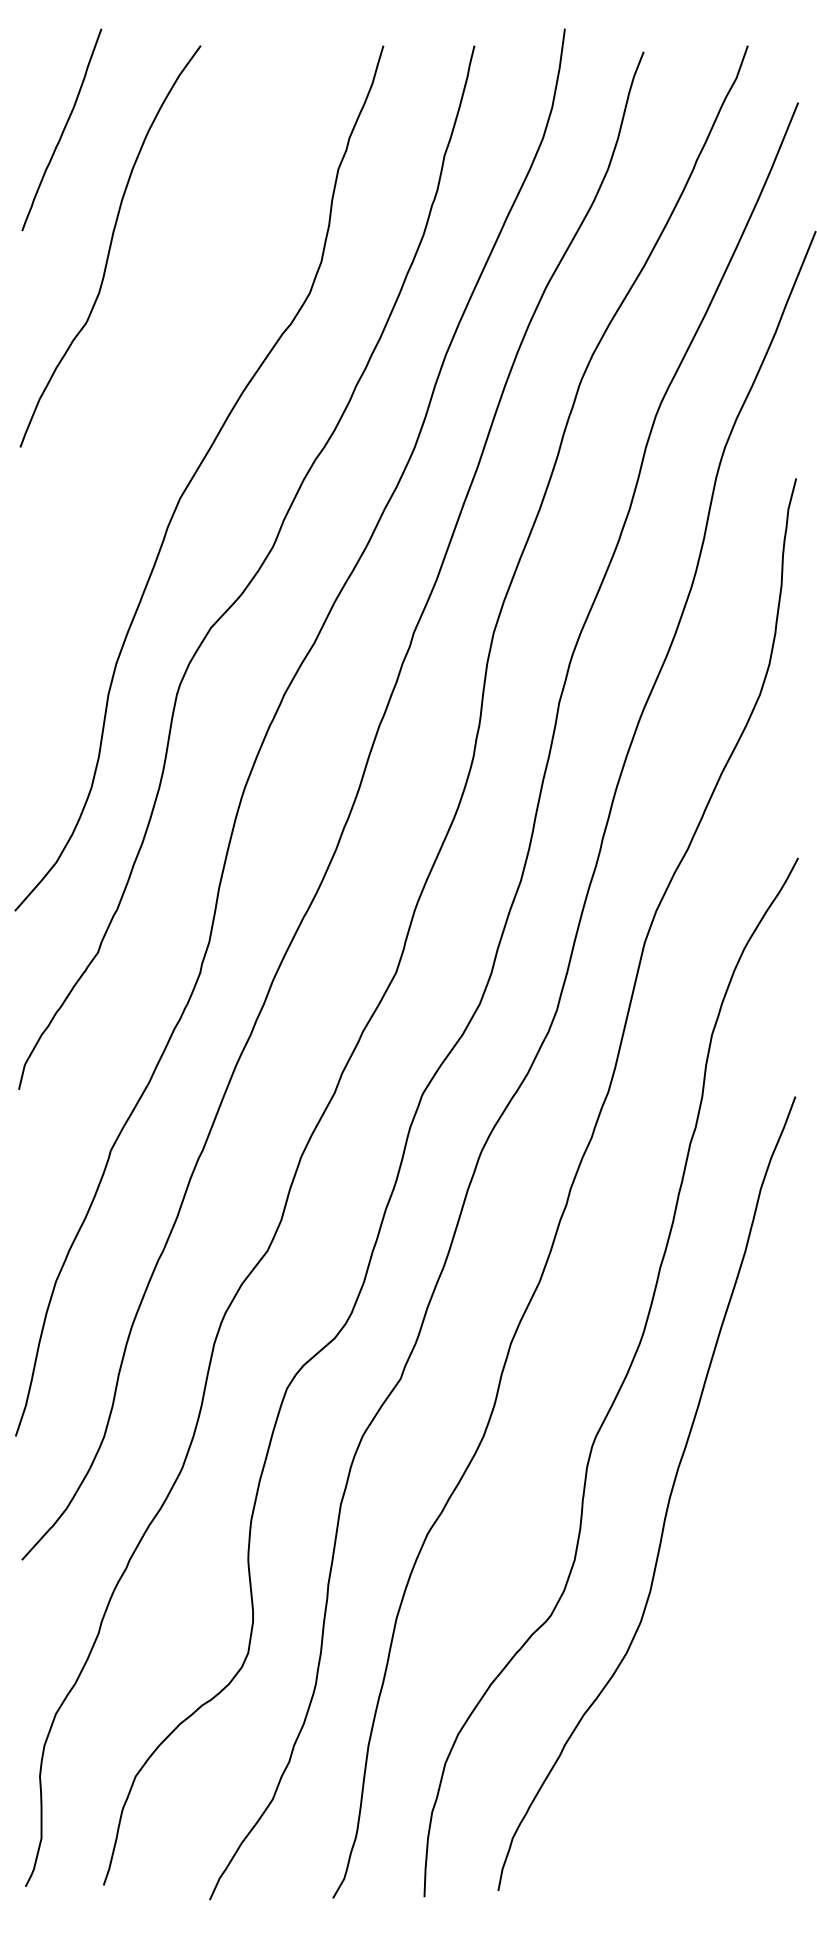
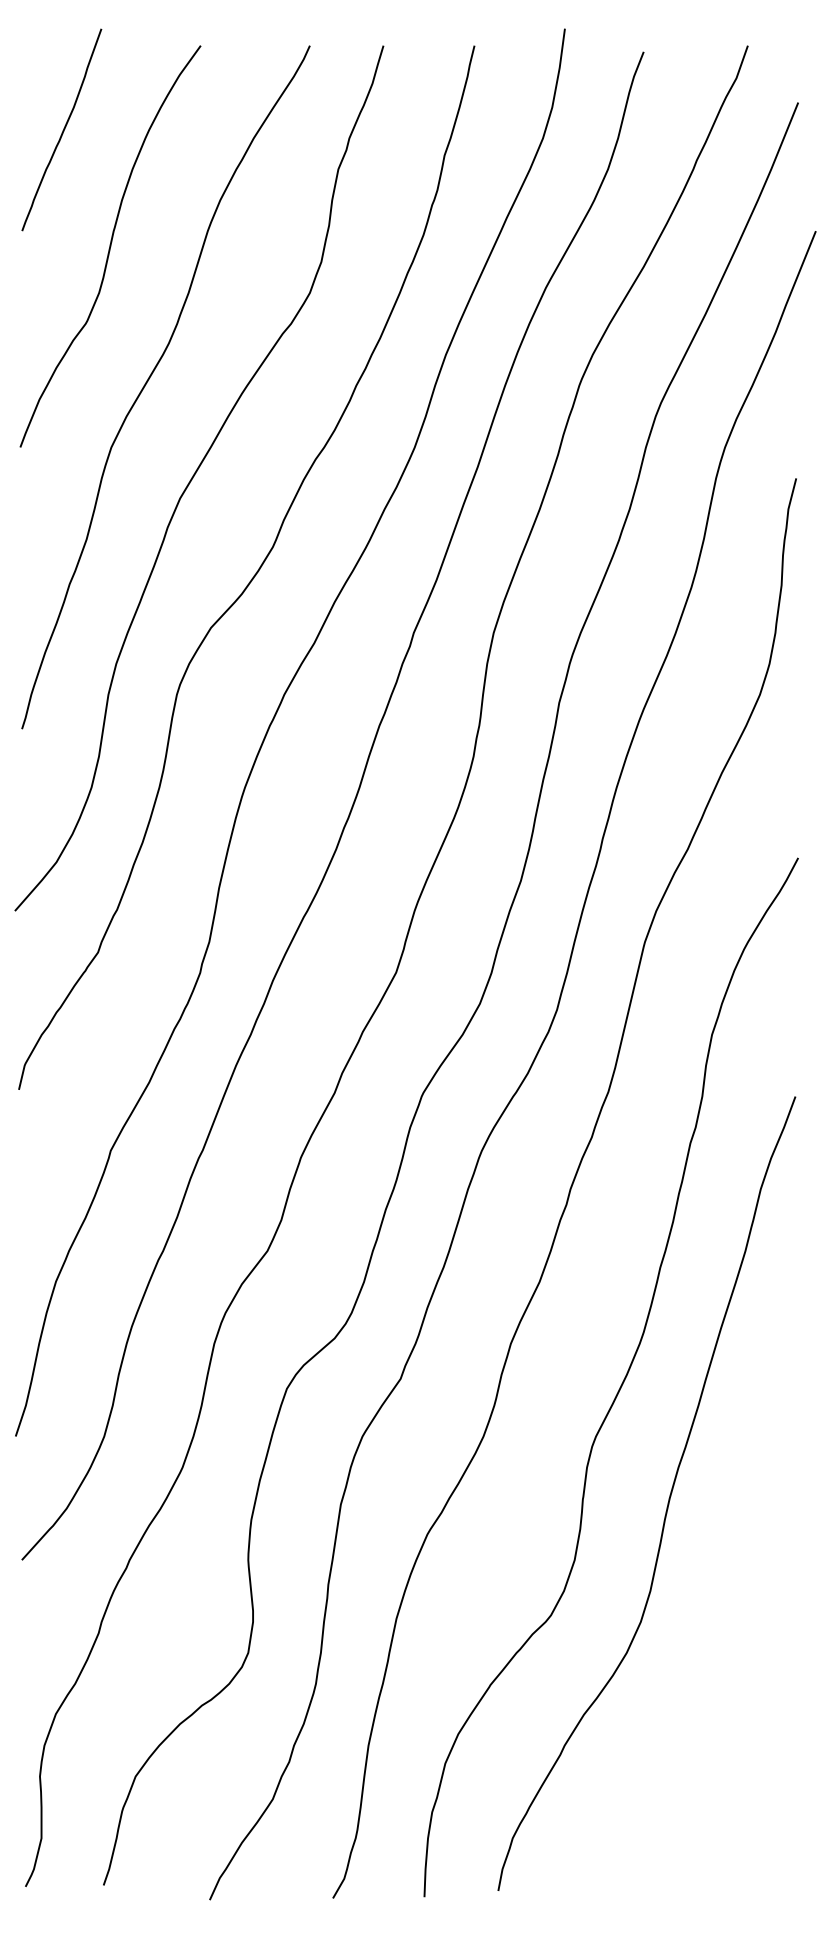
curve at (150, 378): none -> present
